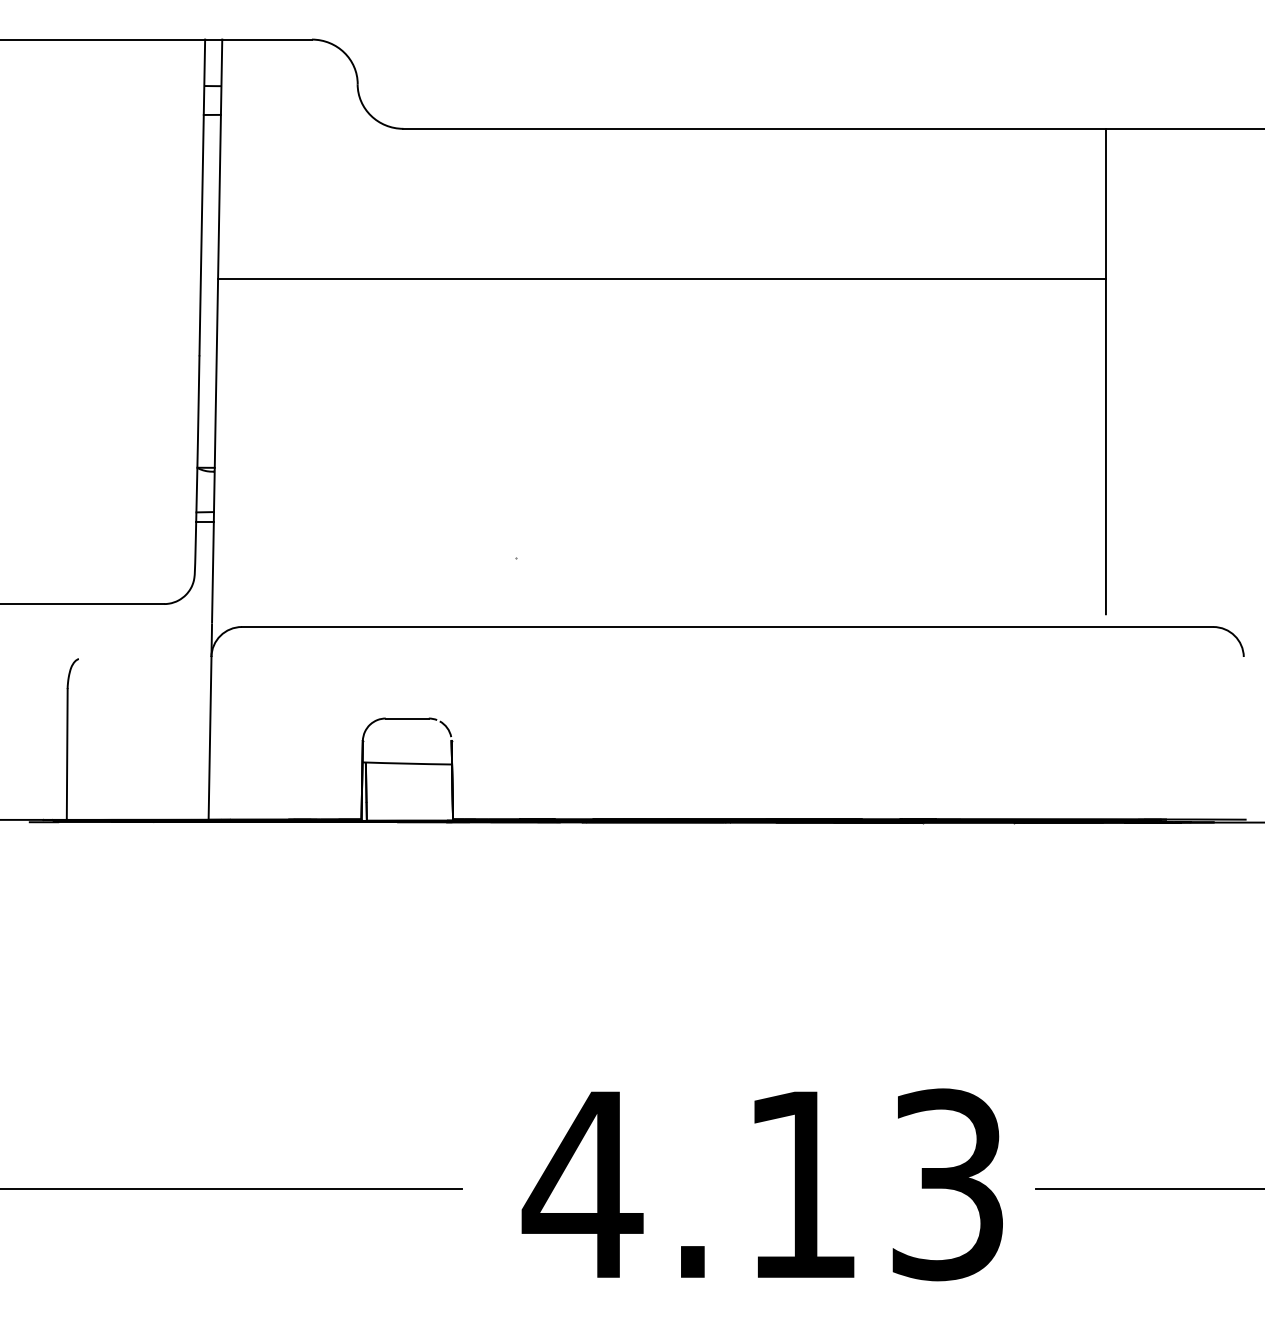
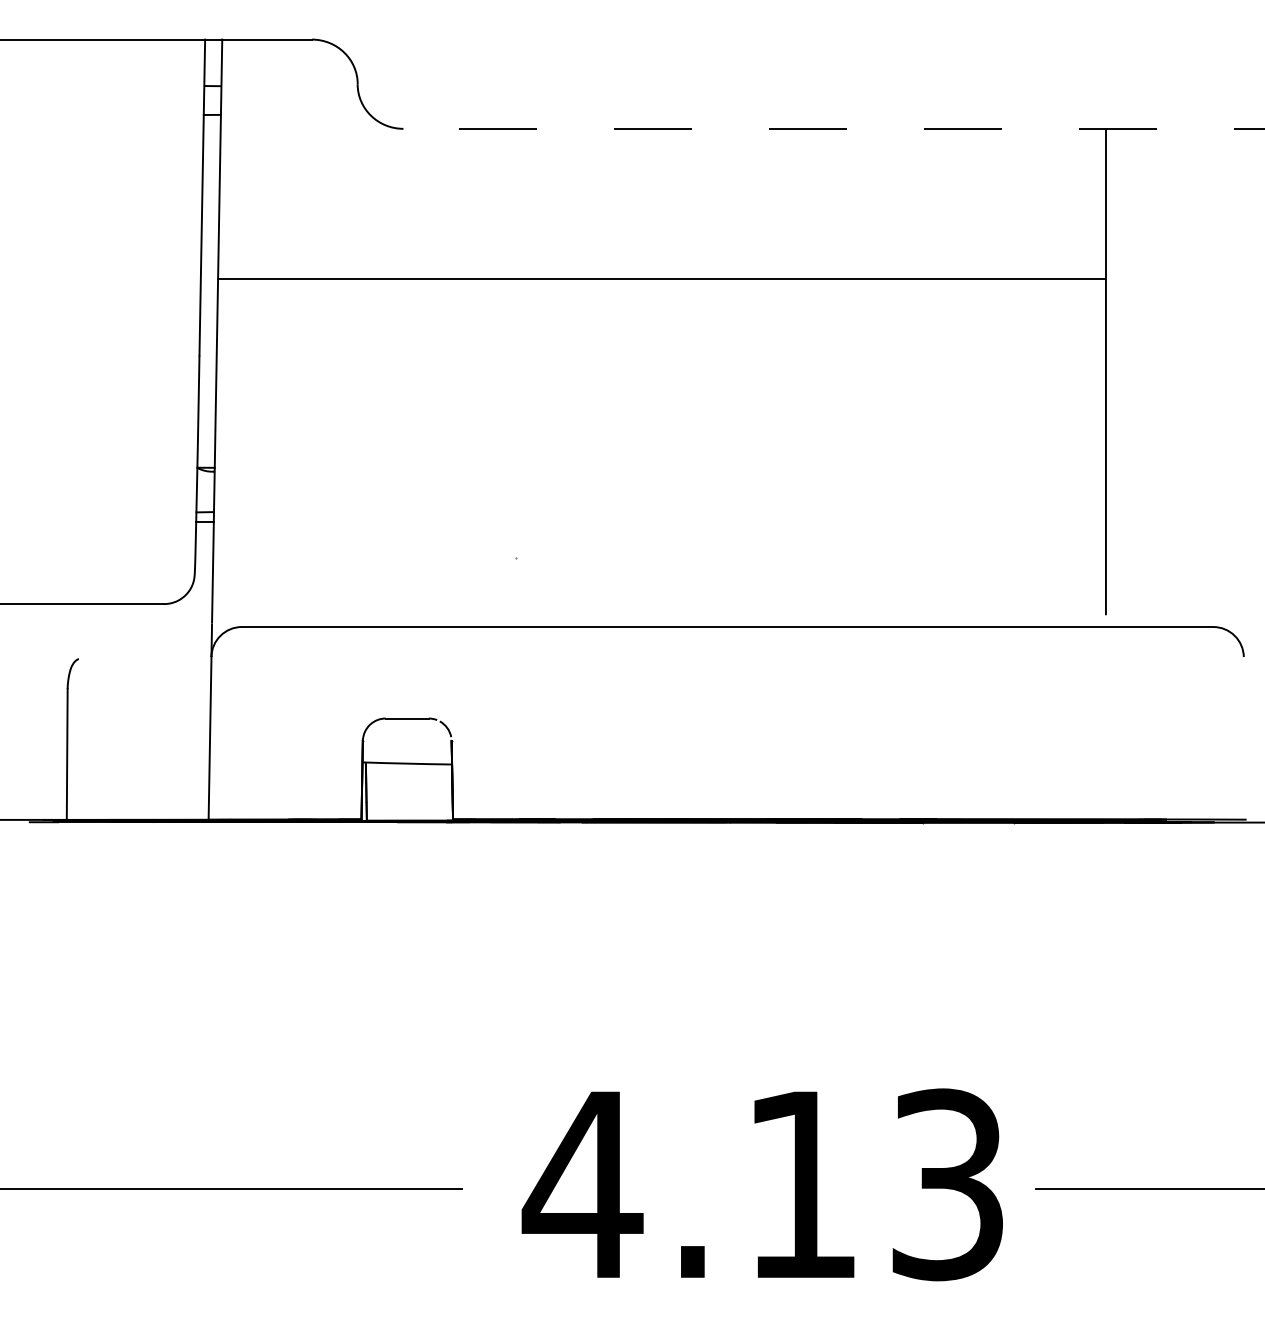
line at (834, 128): solid -> dashed
